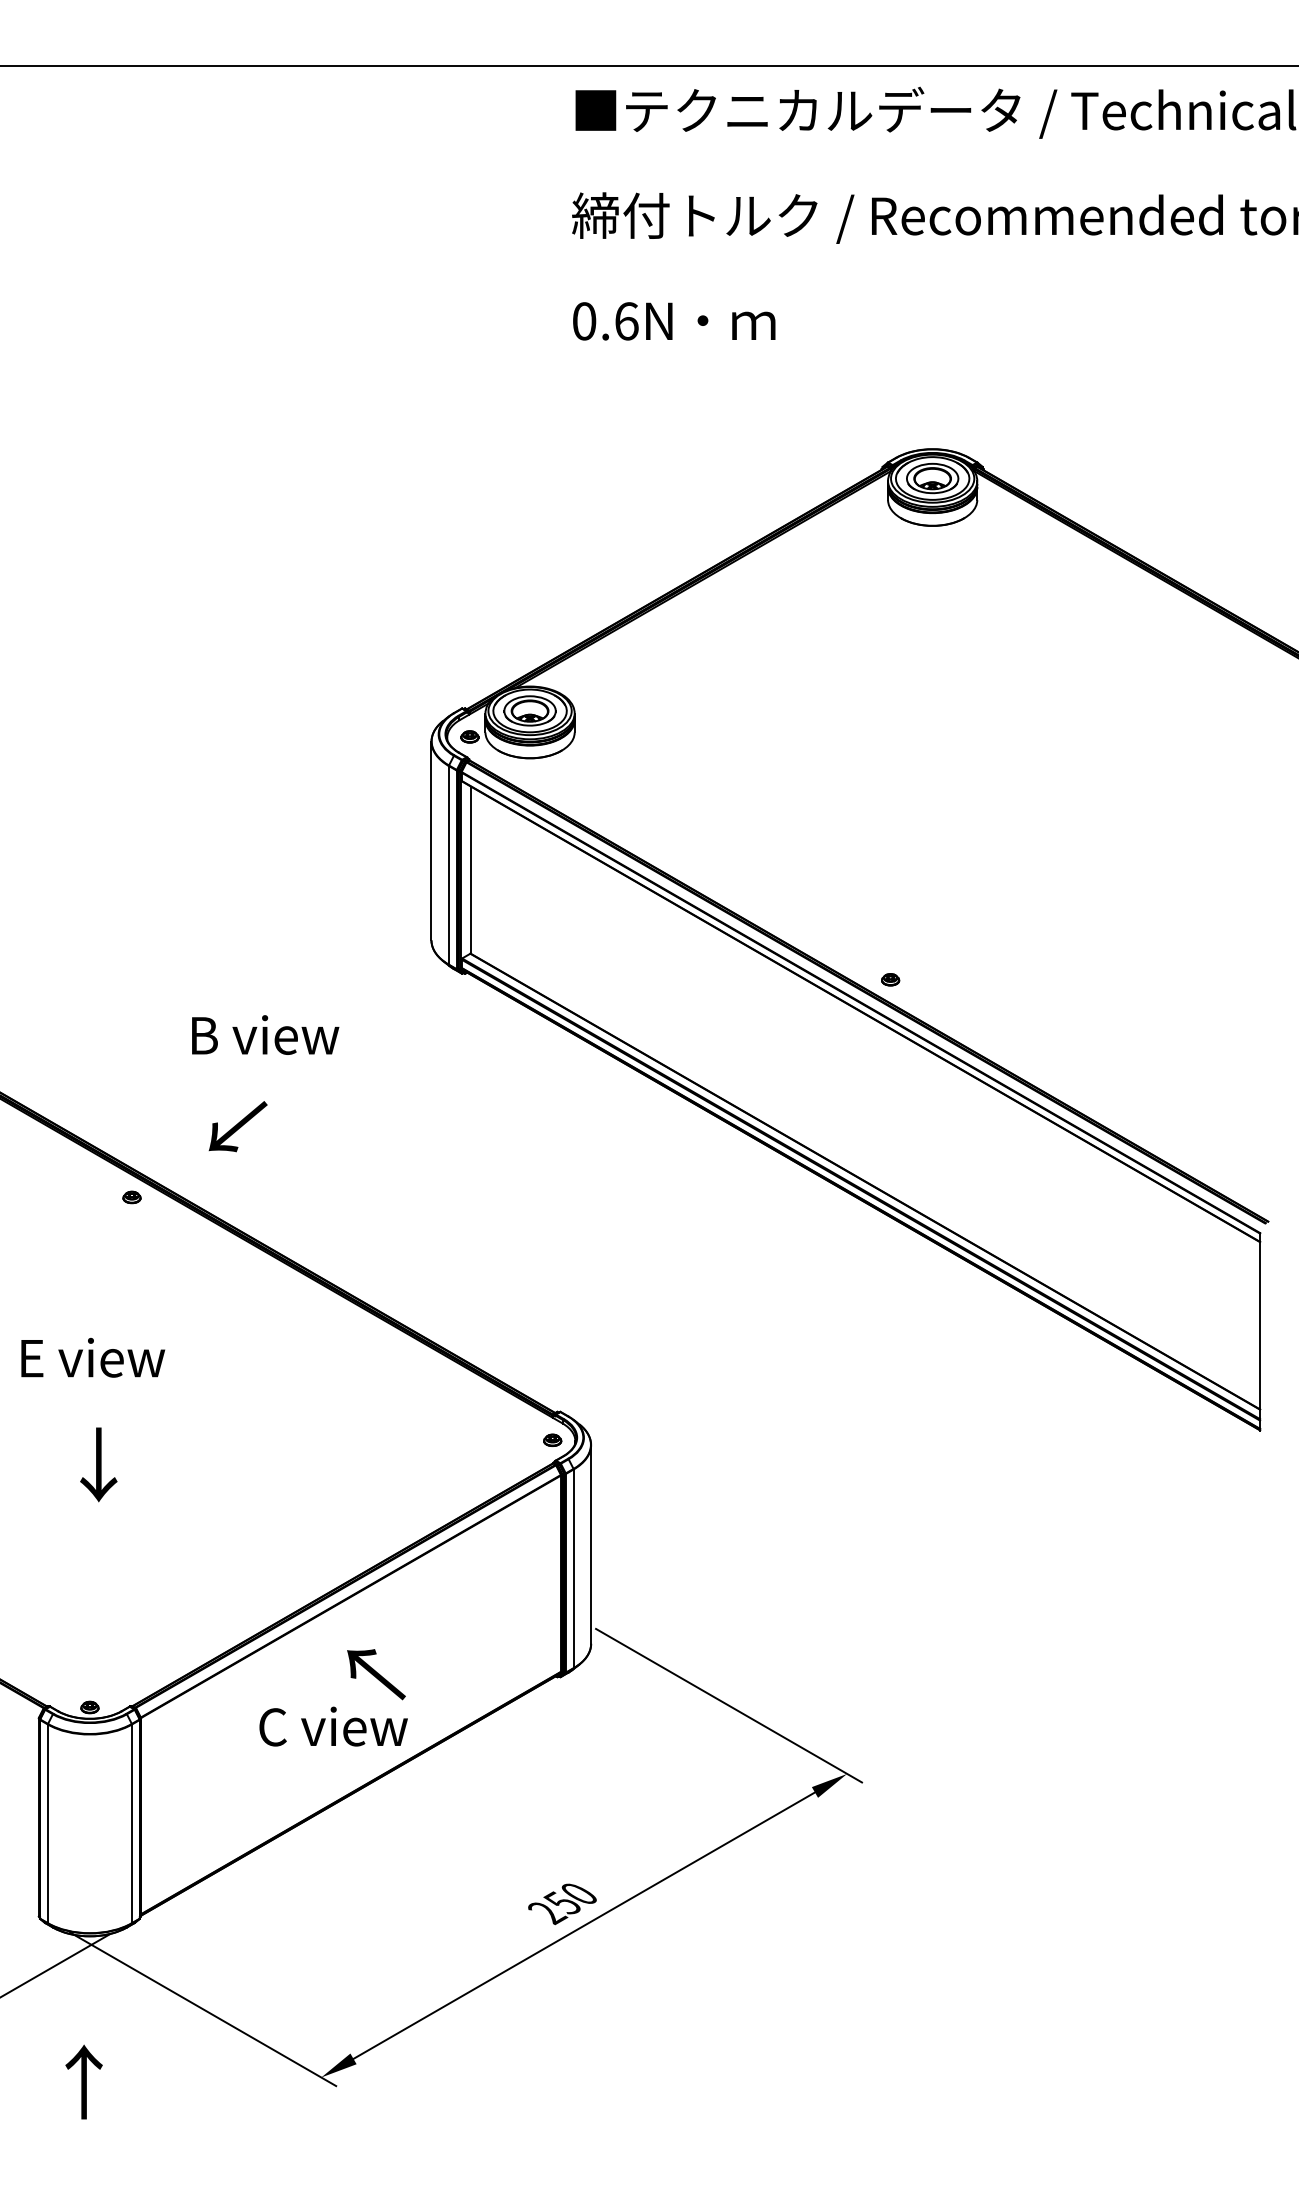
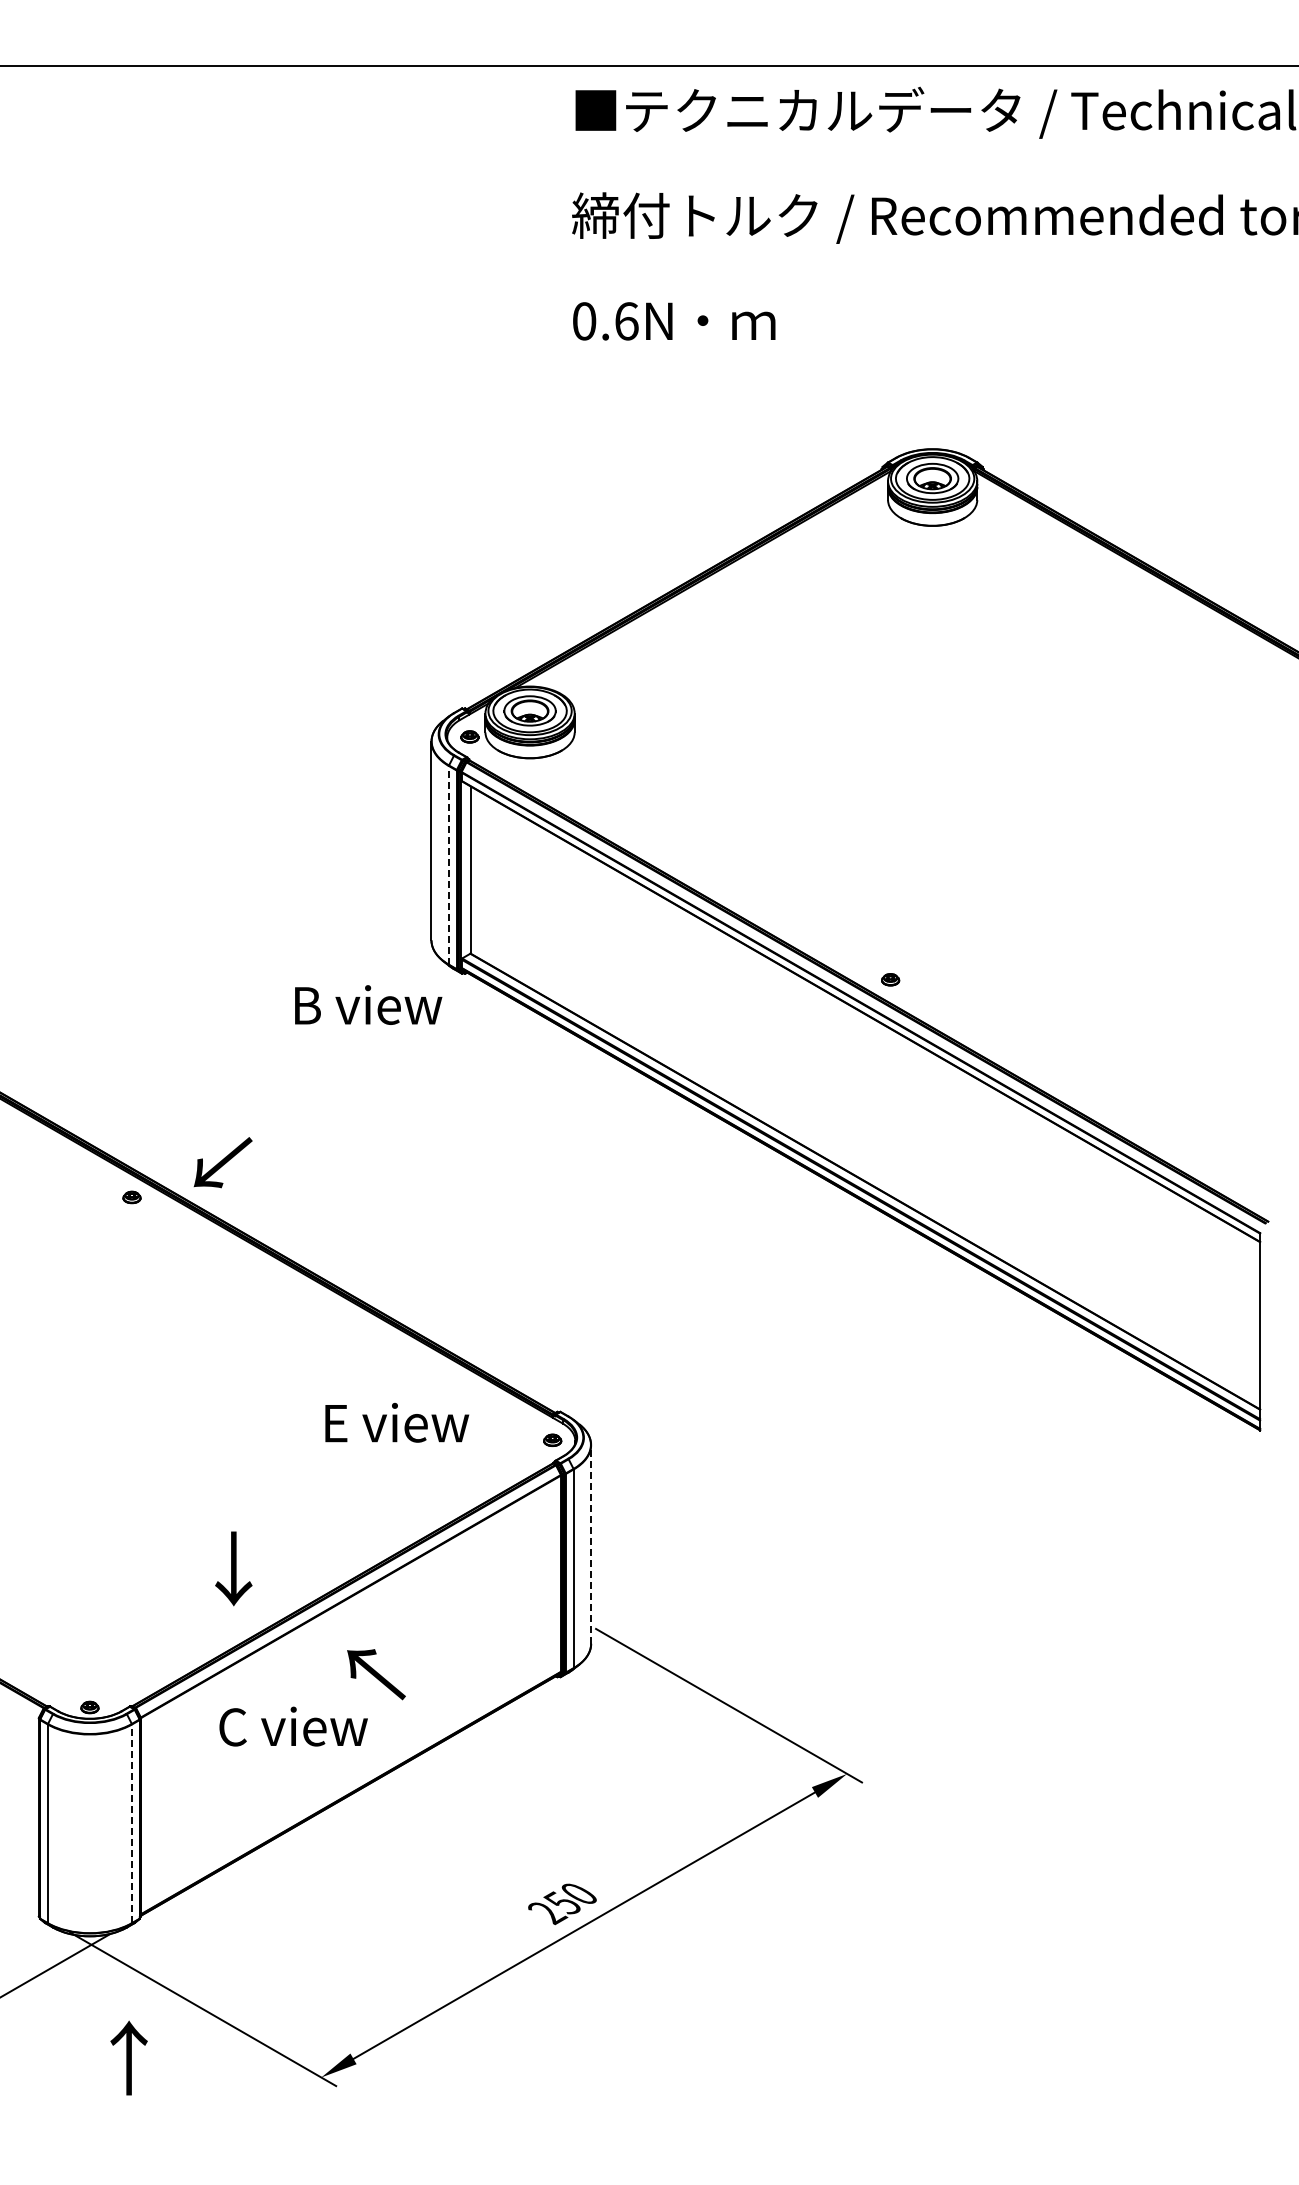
line at (448, 864): solid -> dashed
text at (265, 1034) position: (265, 1034) -> (368, 1004)
text at (237, 1126) position: (237, 1126) -> (222, 1162)
text at (93, 1357) position: (93, 1357) -> (397, 1422)
text at (98, 1464) position: (98, 1464) -> (233, 1568)
line at (591, 1544): solid -> dashed
text at (333, 1726) position: (333, 1726) -> (293, 1726)
line at (132, 1823): solid -> dashed
text at (83, 2081) position: (83, 2081) -> (128, 2057)
